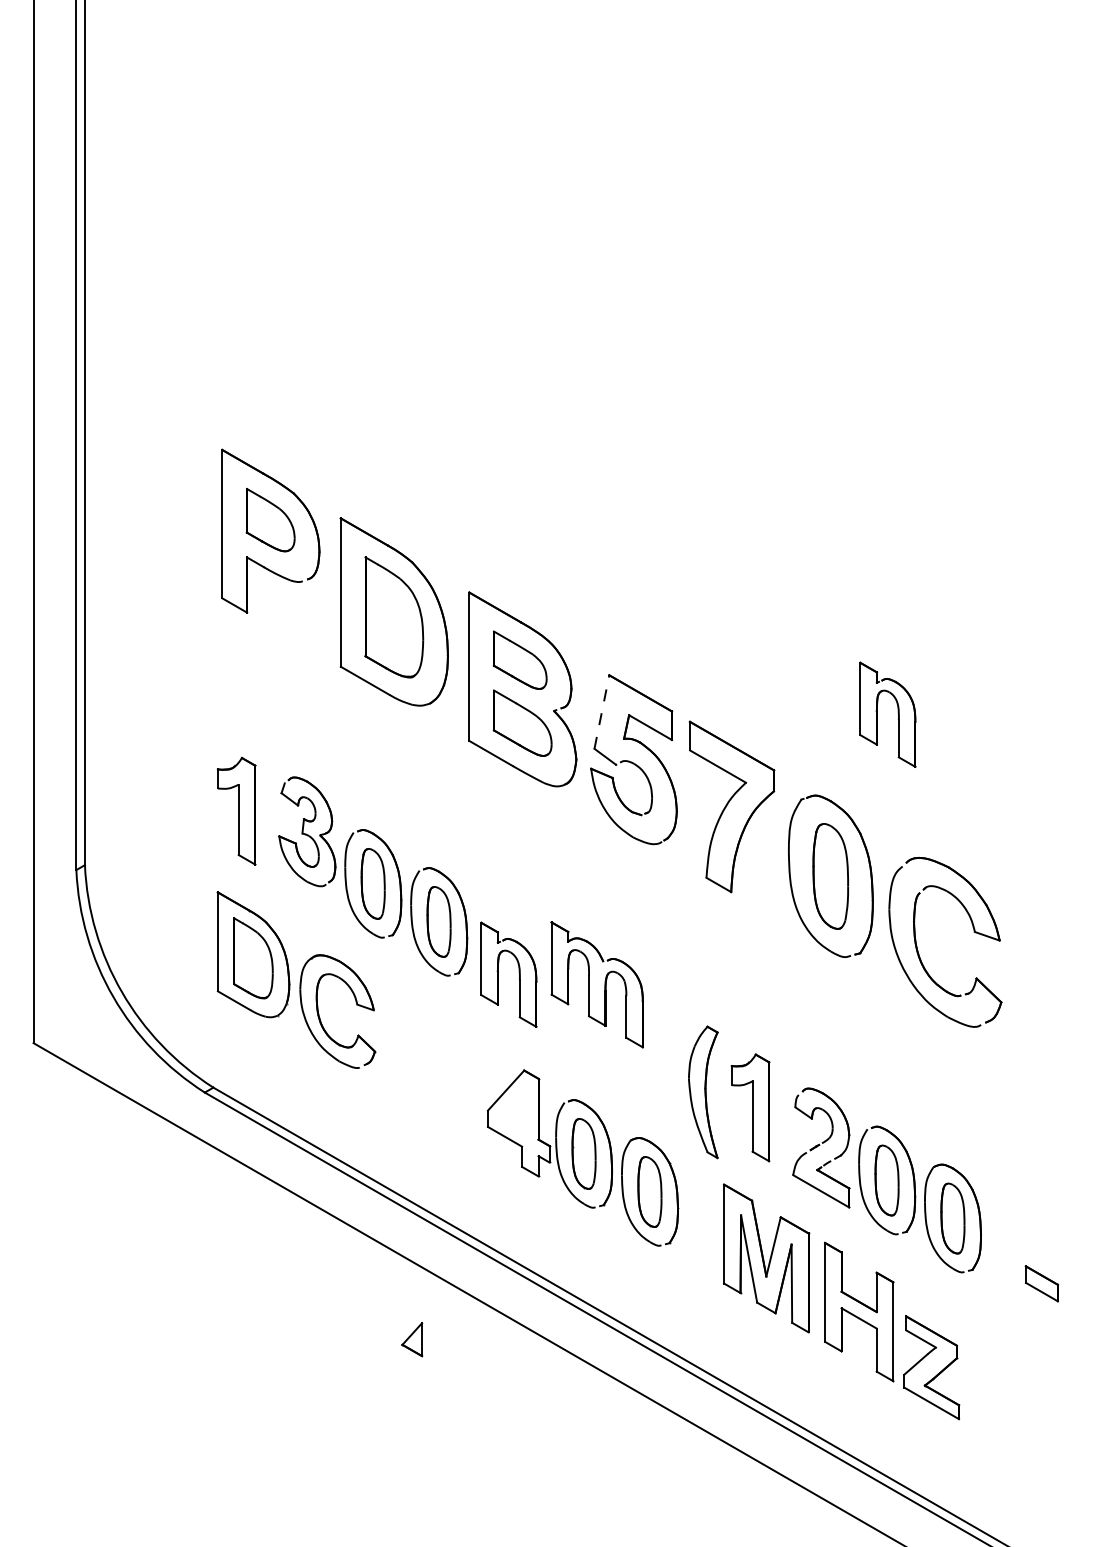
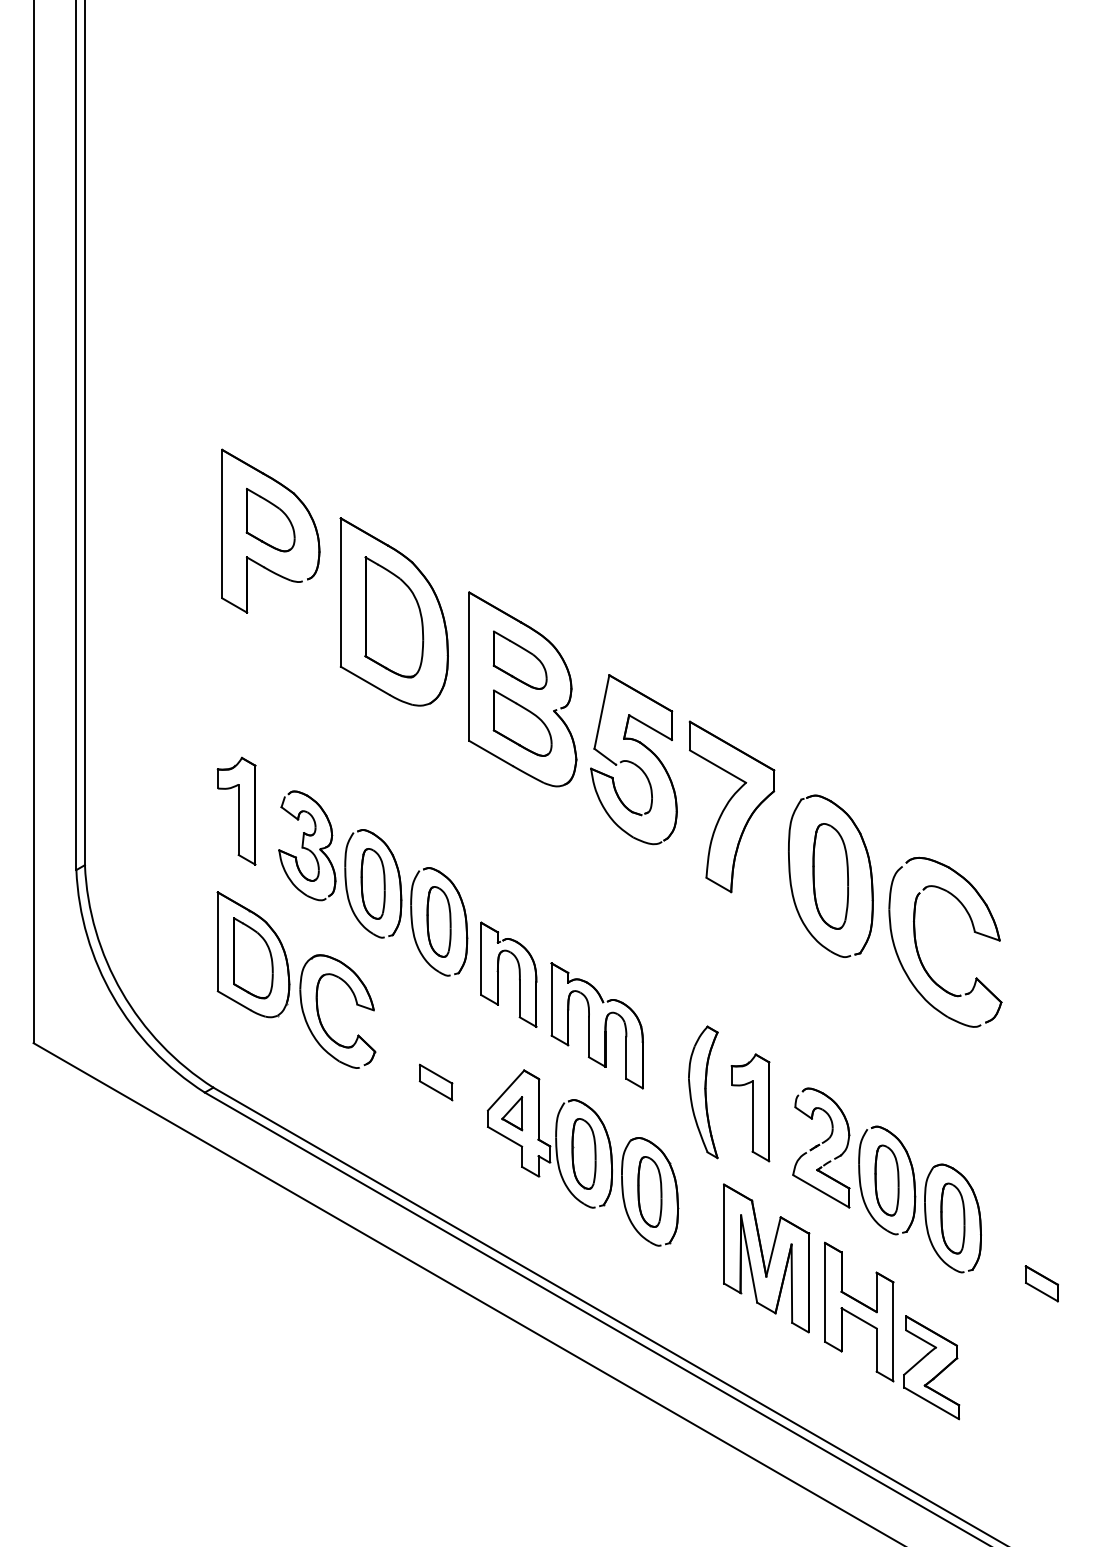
line at (602, 711): dashed -> solid
part at (877, 714): present -> none
part at (307, 831) position: (307, 831) -> (307, 845)
part at (589, 984) position: (589, 984) -> (589, 1025)
part at (435, 1082): none -> present
part at (412, 1339) position: (412, 1339) -> (512, 1113)
